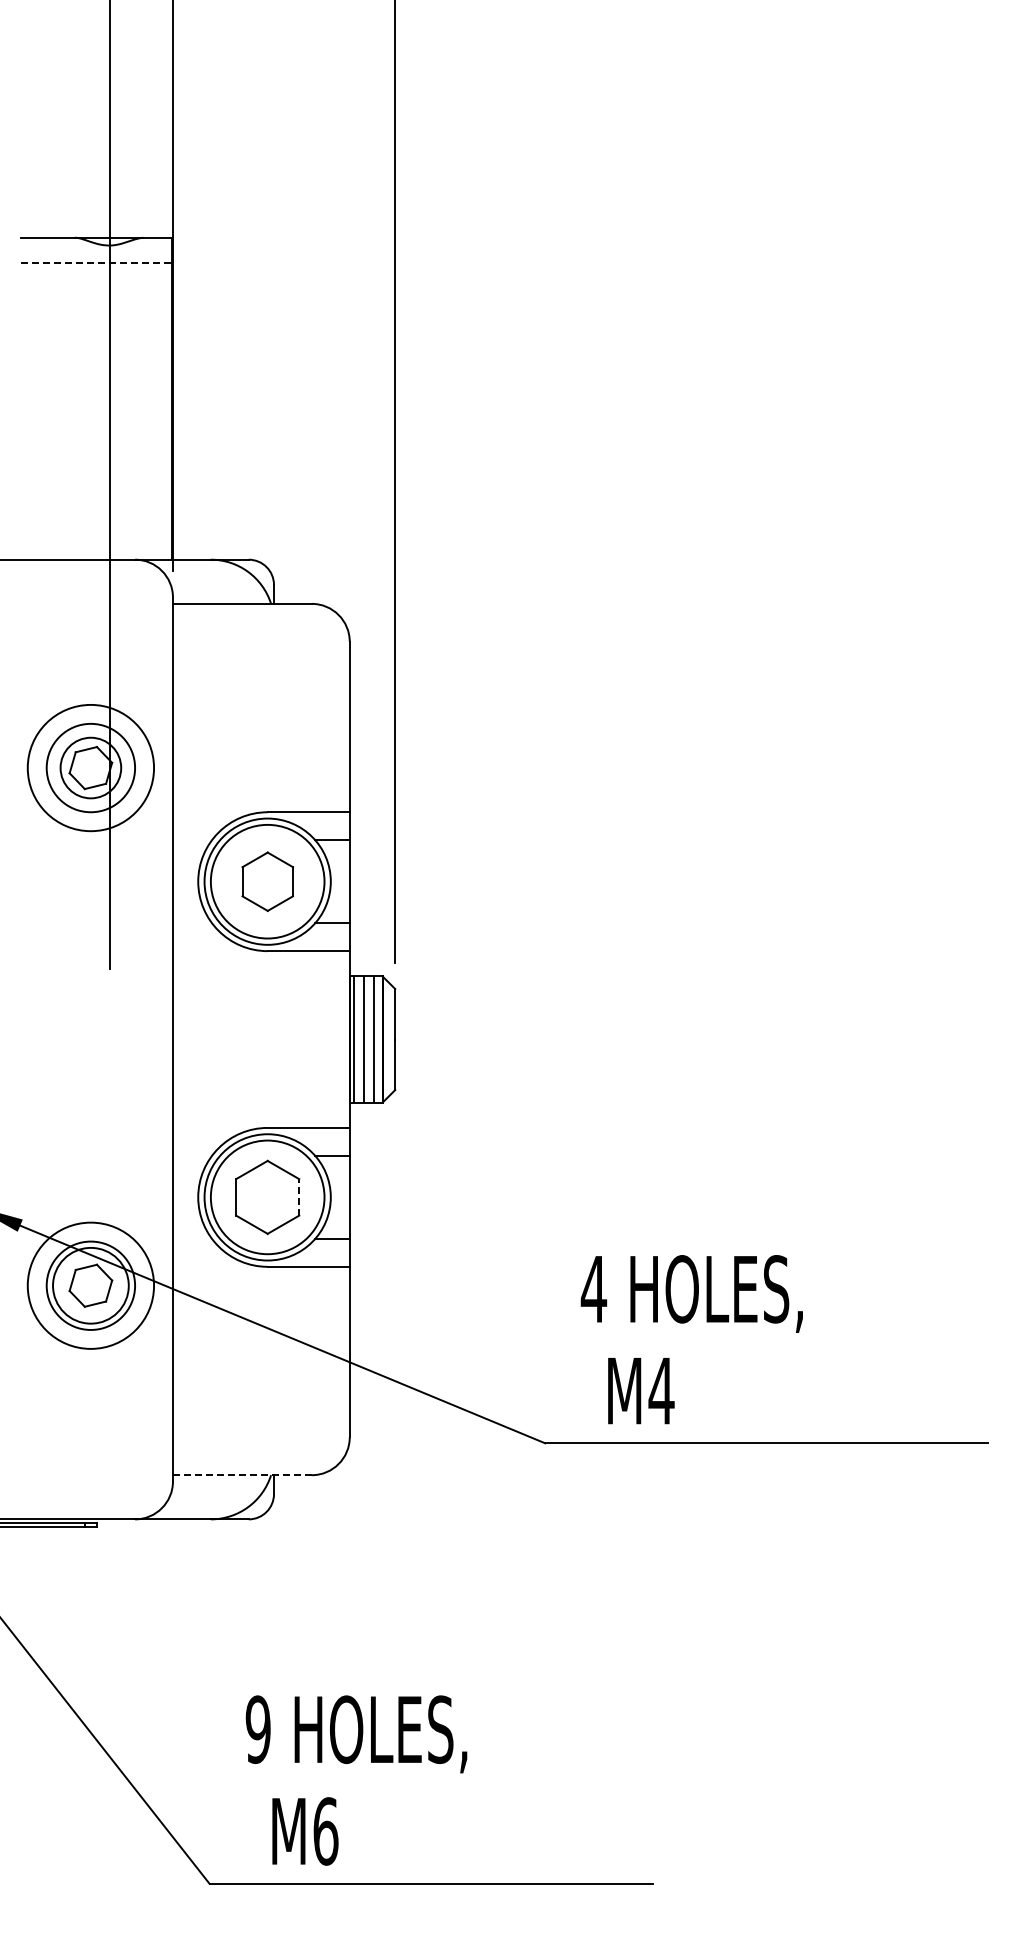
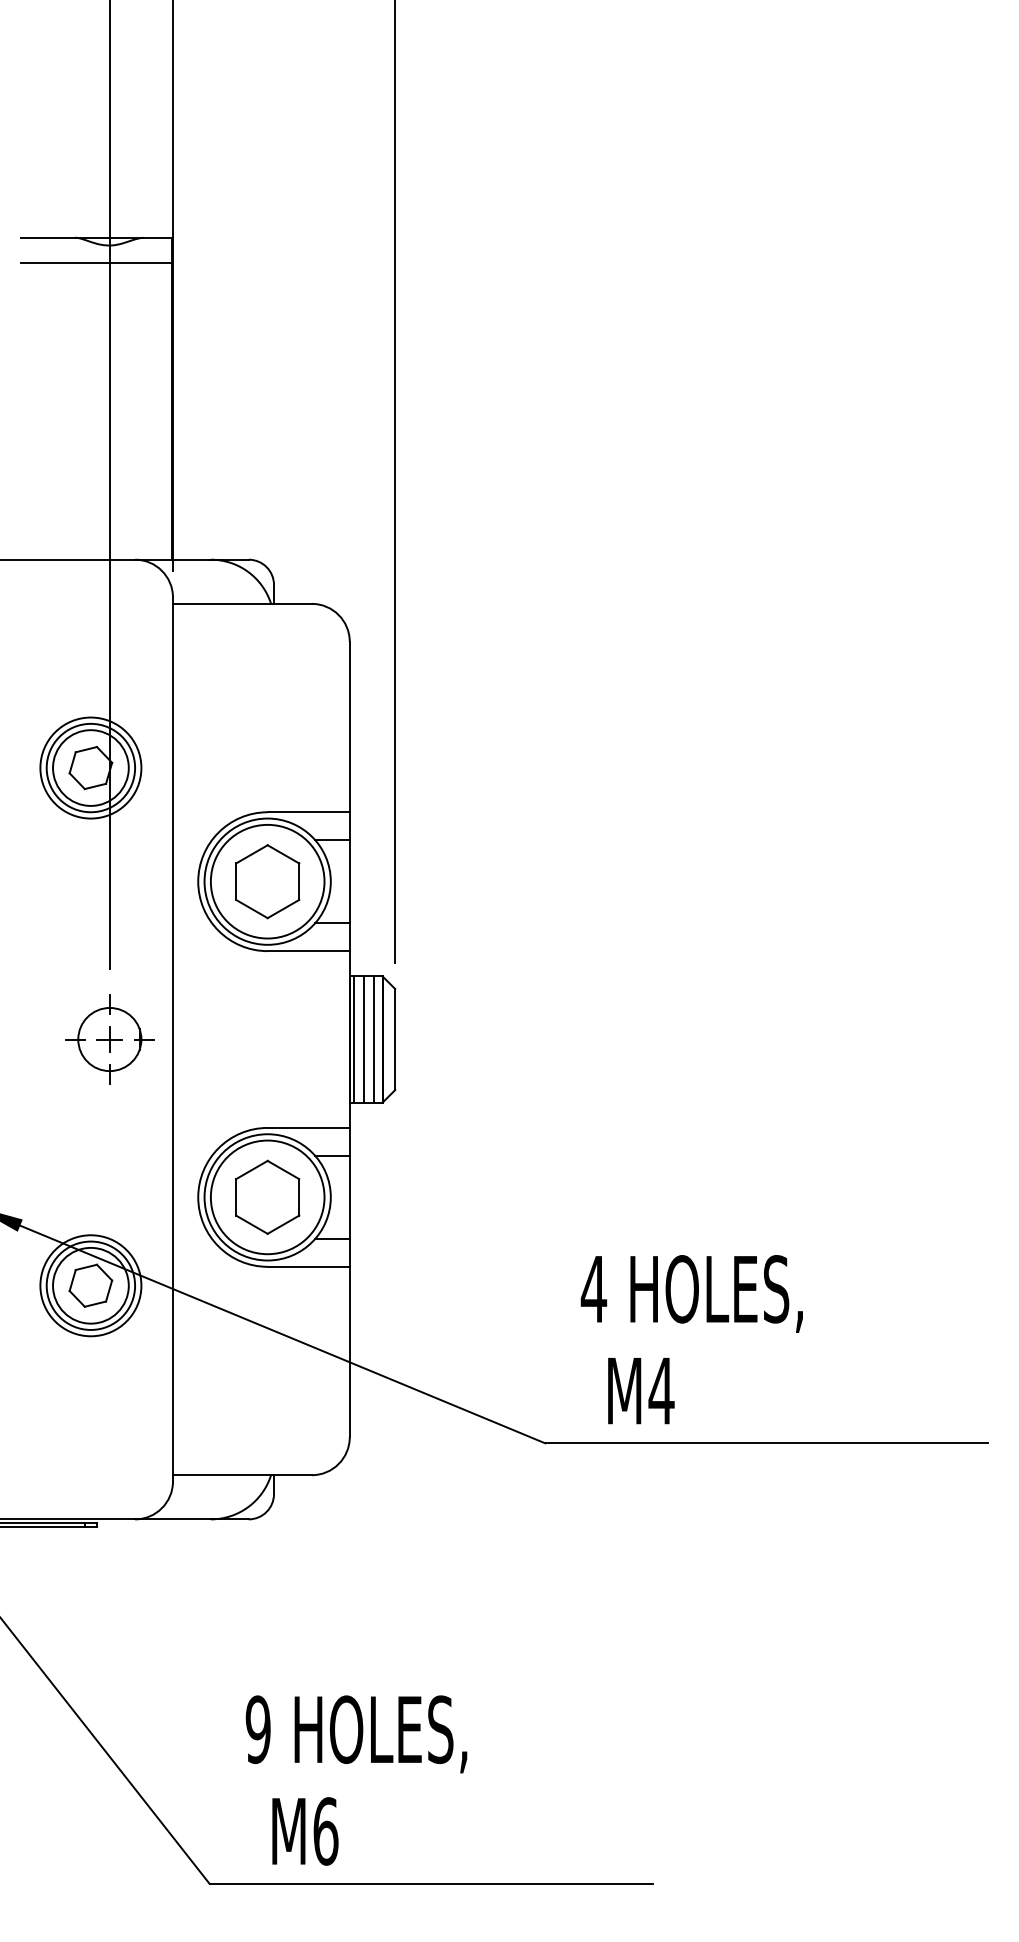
line at (96, 262): dashed -> solid
circle at (90, 767) diameter: 126 px -> 101 px
circle at (90, 767) diameter: 61 px -> 76 px
part at (267, 881) size: 54x61 px -> 66x76 px
part at (109, 1039): none -> present
line at (299, 1196): dashed -> solid
circle at (90, 1285) diameter: 126 px -> 101 px
line at (242, 1475): dashed -> solid
